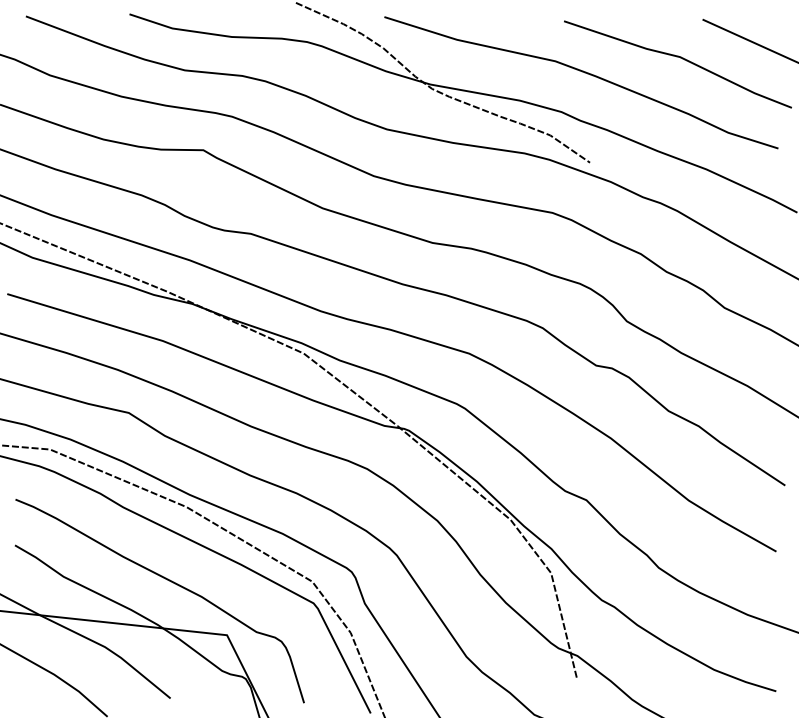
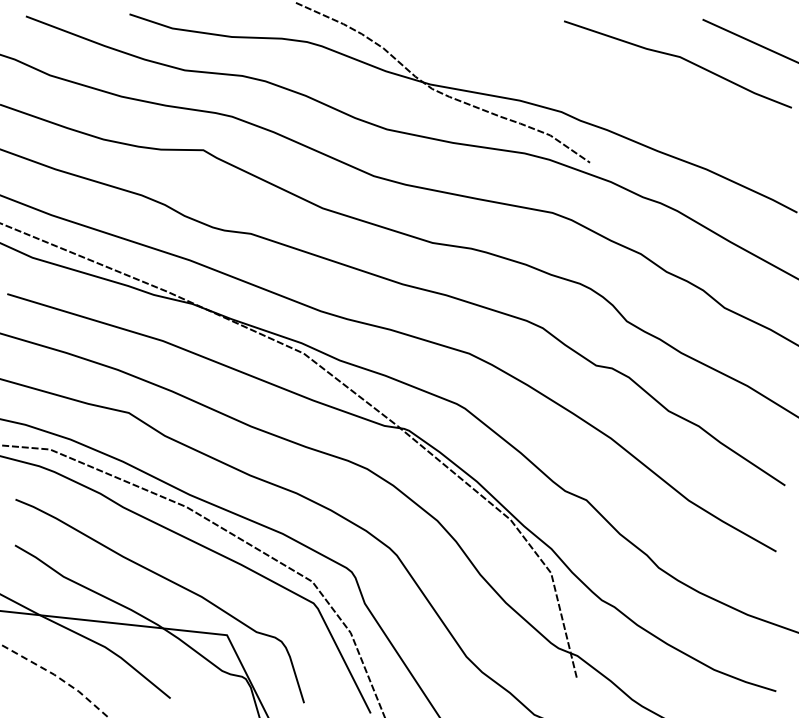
curve at (584, 73): present -> none
line at (56, 676): solid -> dashed
